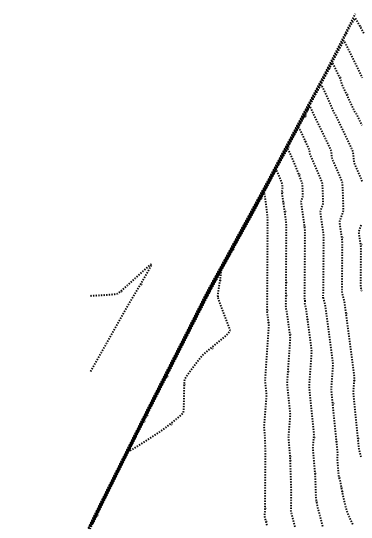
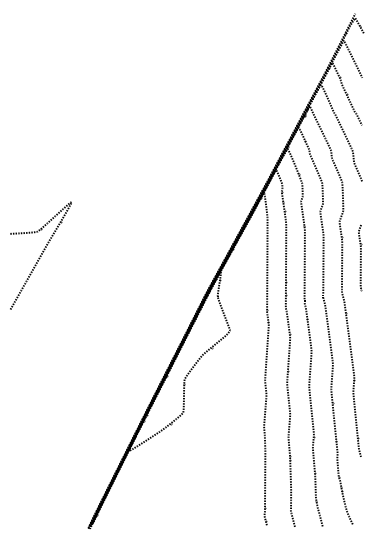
curve at (120, 317) position: (120, 317) -> (40, 255)
